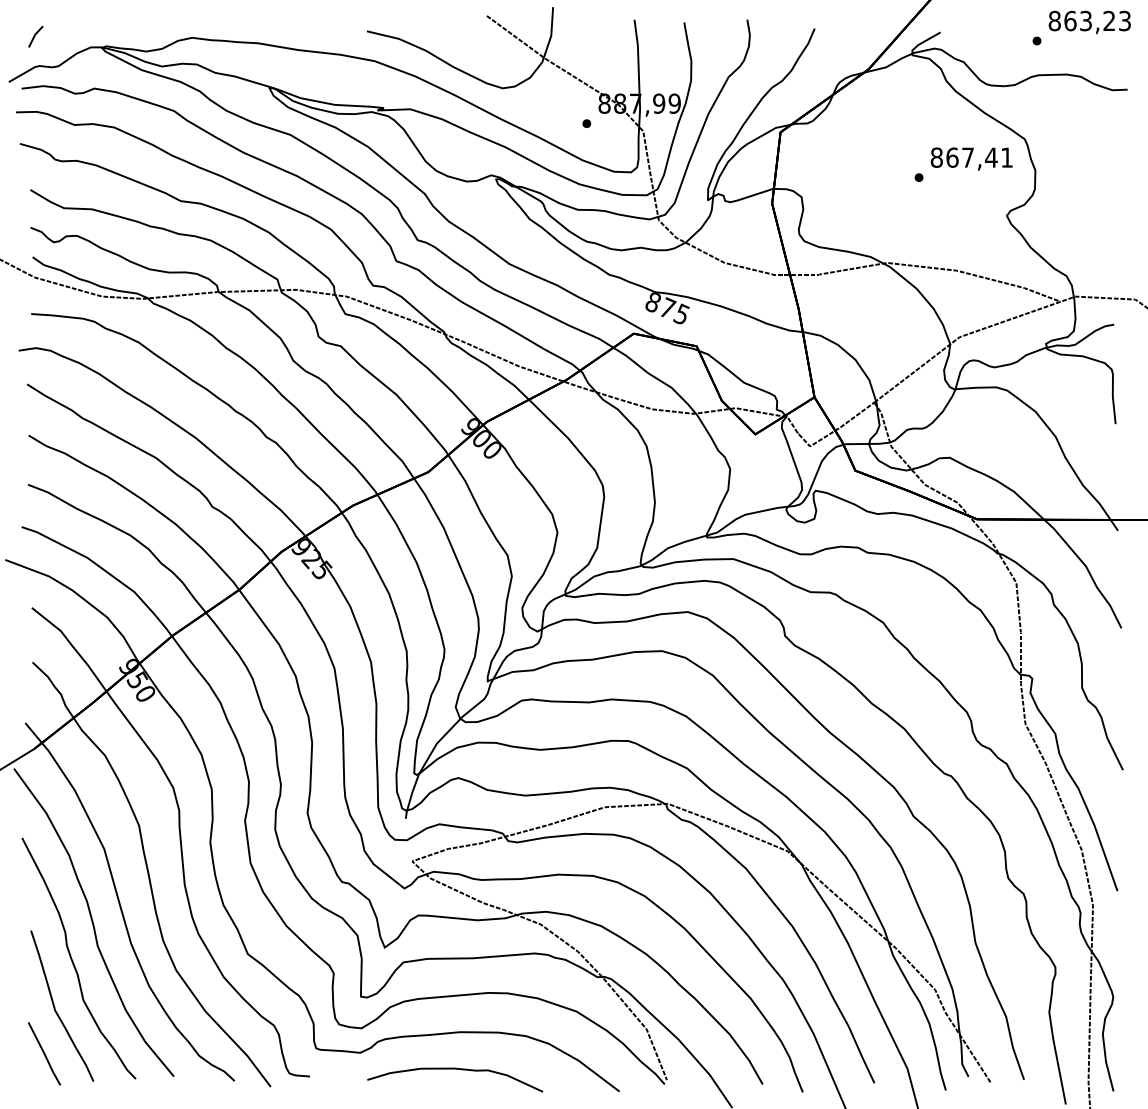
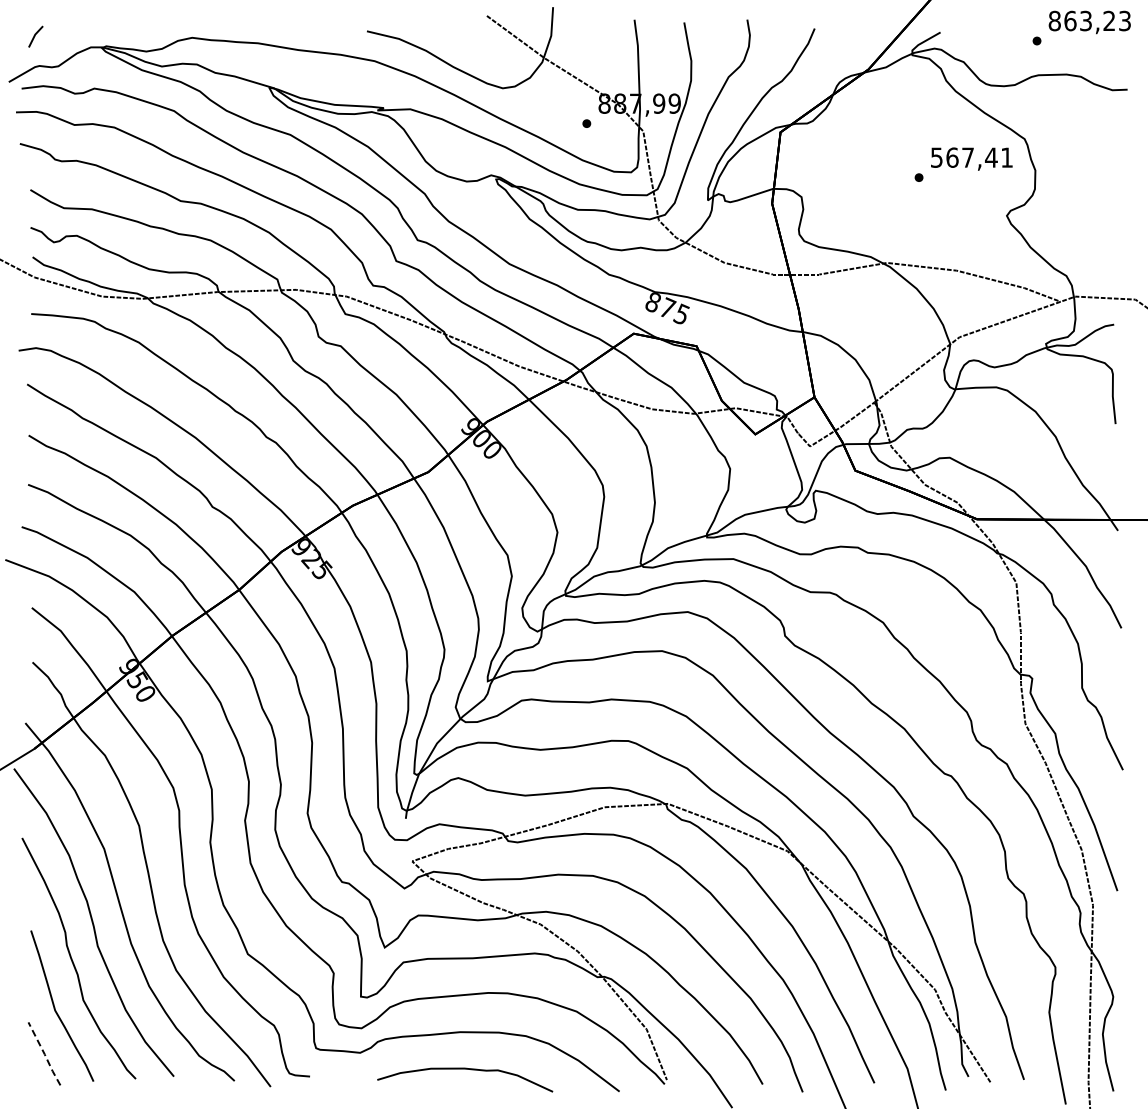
text at (936, 157): 867,41 -> 567,41
line at (44, 1054): solid -> dashed
curve at (455, 1069) position: (455, 1069) -> (465, 1069)
